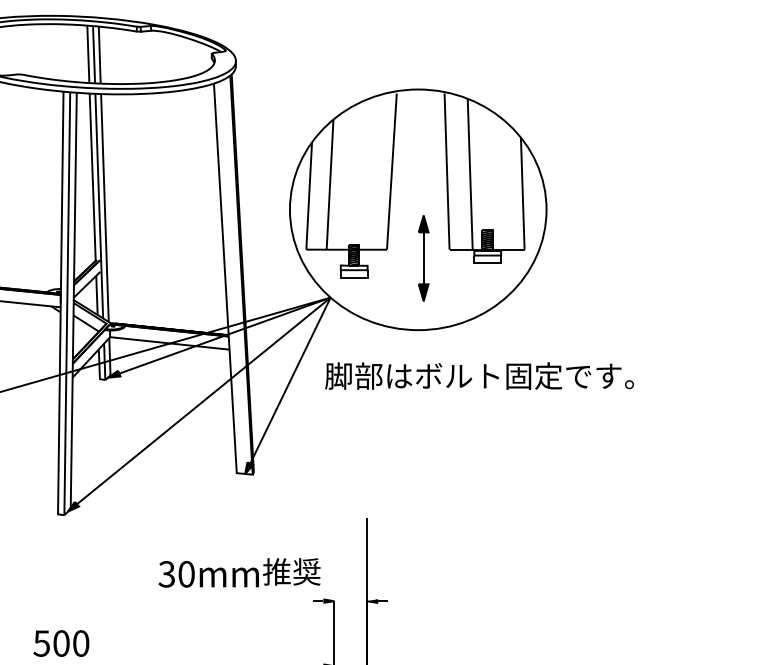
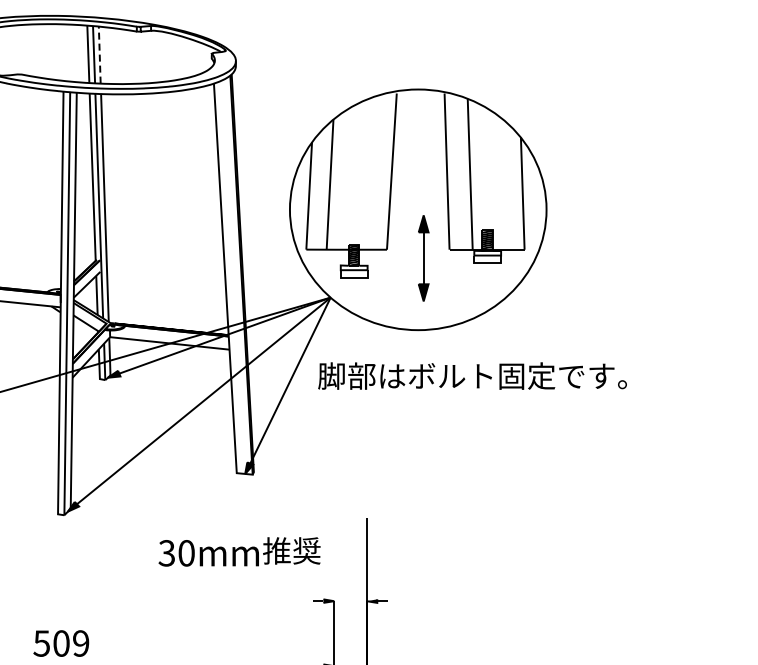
line at (99, 54): solid -> dashed
text at (479, 375) position: (479, 375) -> (472, 375)
text at (239, 572) position: (239, 572) -> (239, 551)
text at (81, 643): 500 -> 509
